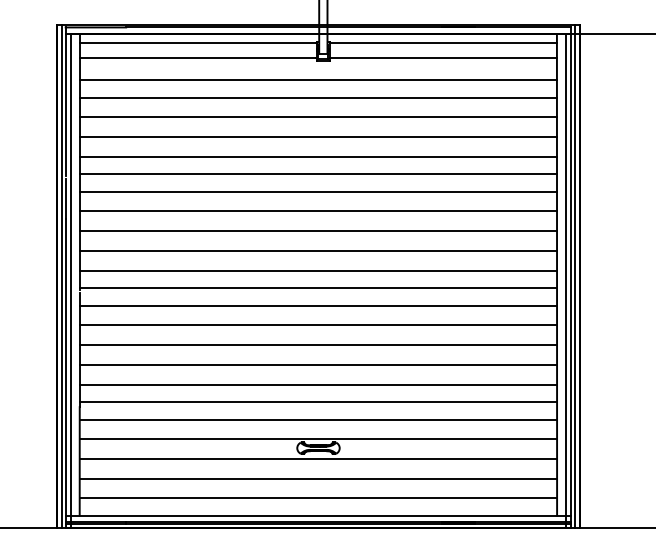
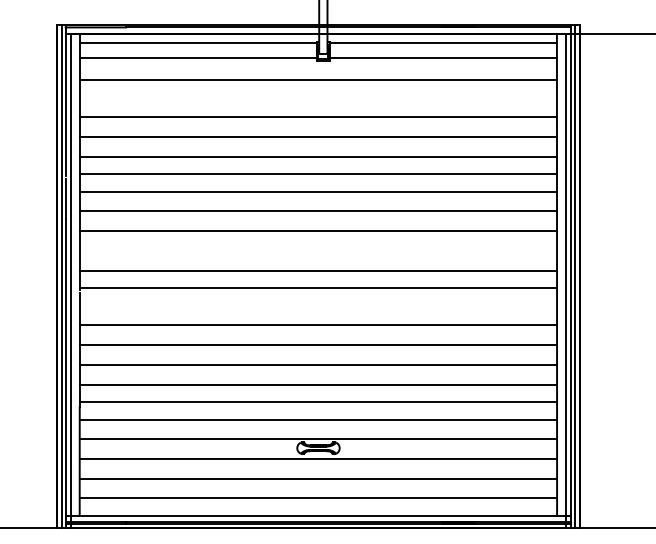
line at (317, 97): present -> none
line at (317, 250): present -> none
line at (317, 305): present -> none
